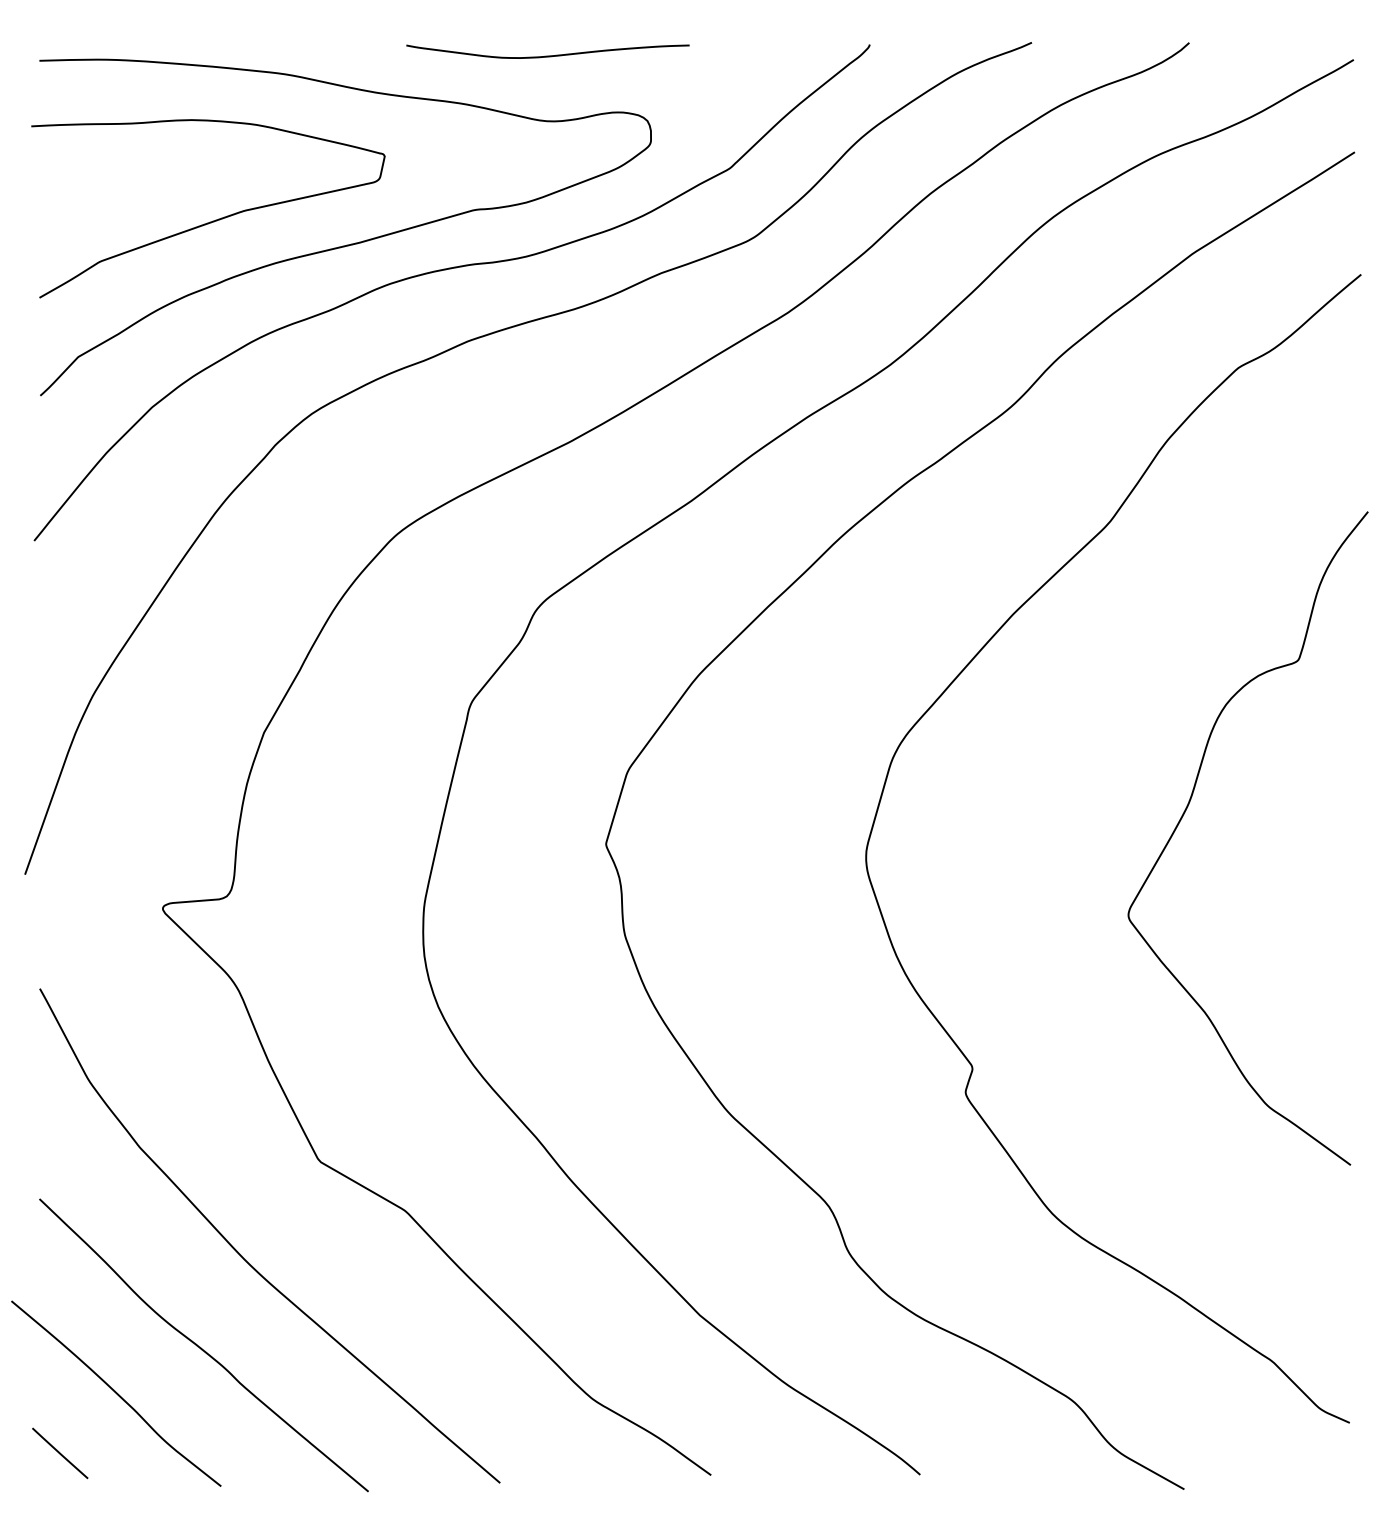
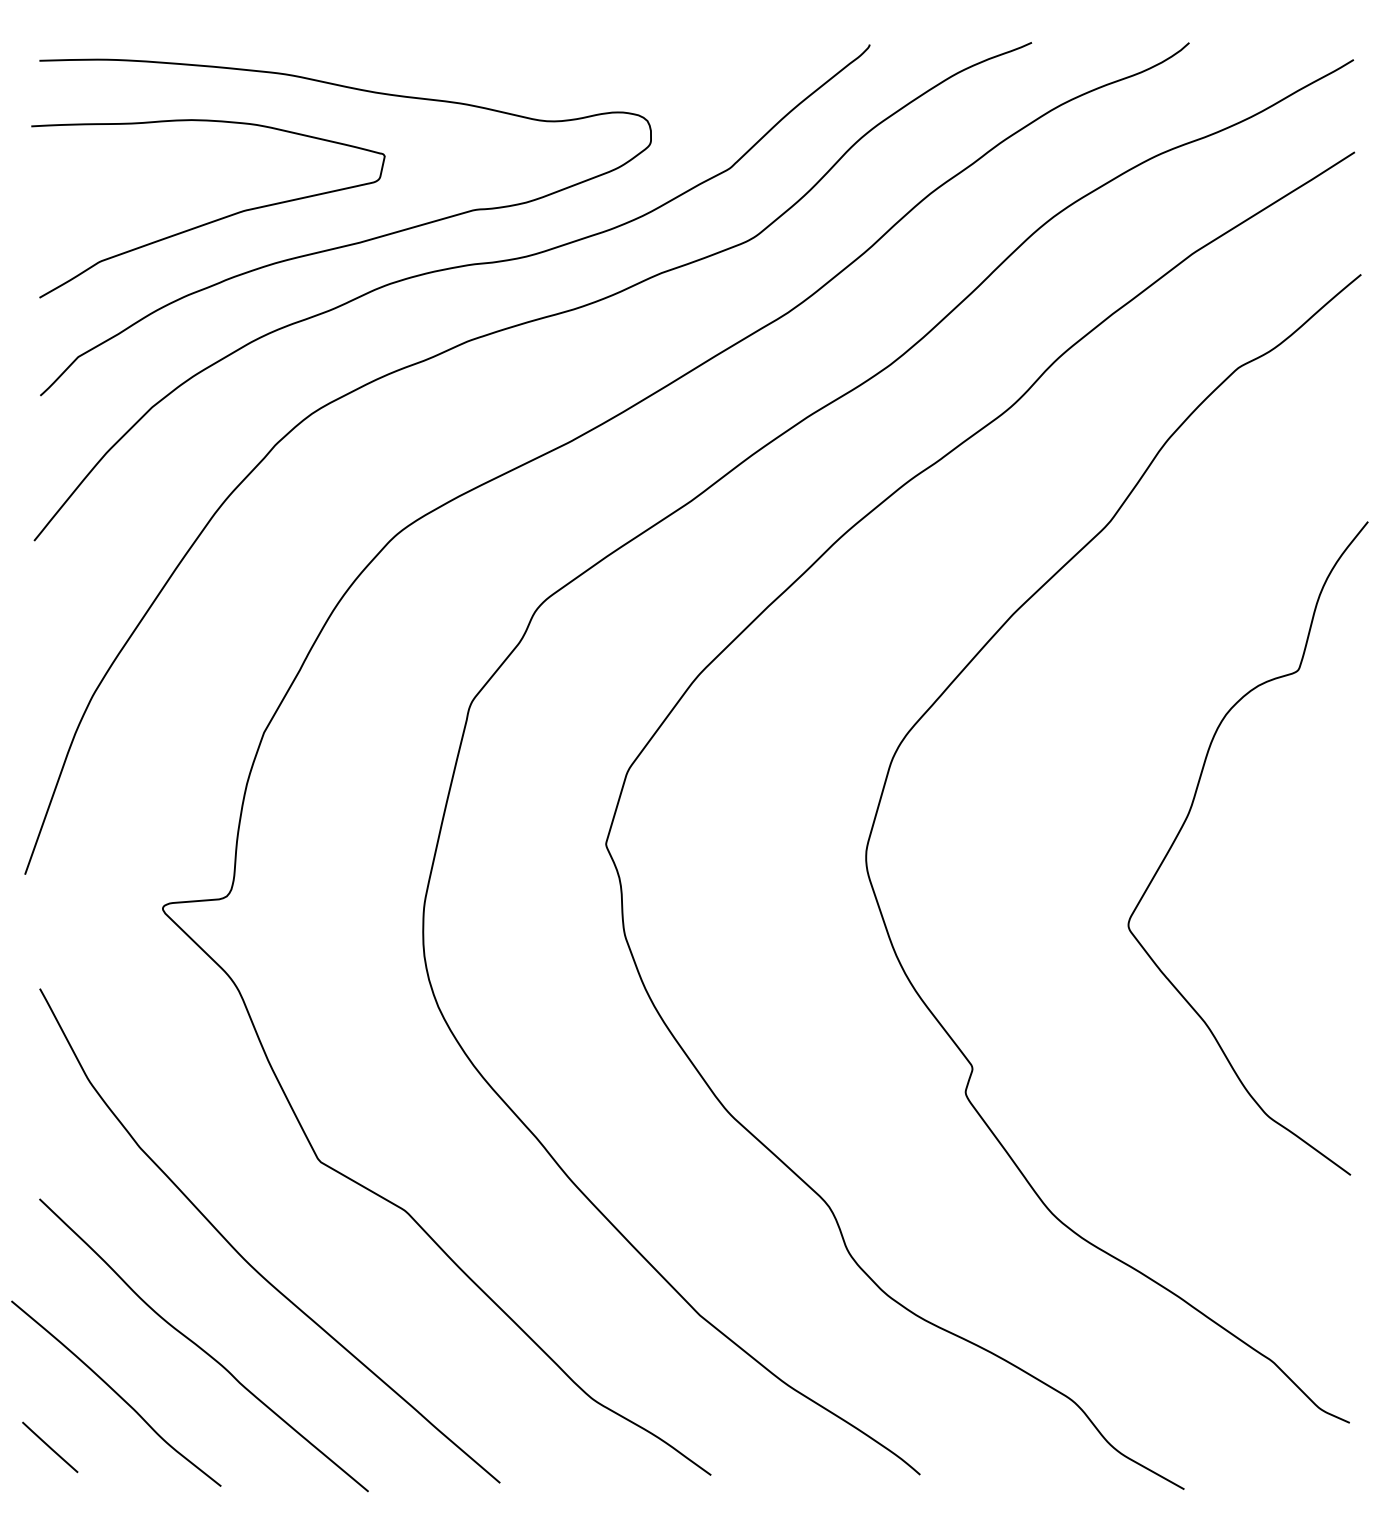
curve at (547, 55): present -> none
curve at (1187, 808) position: (1187, 808) -> (1187, 818)
line at (60, 1453) position: (60, 1453) -> (50, 1447)
